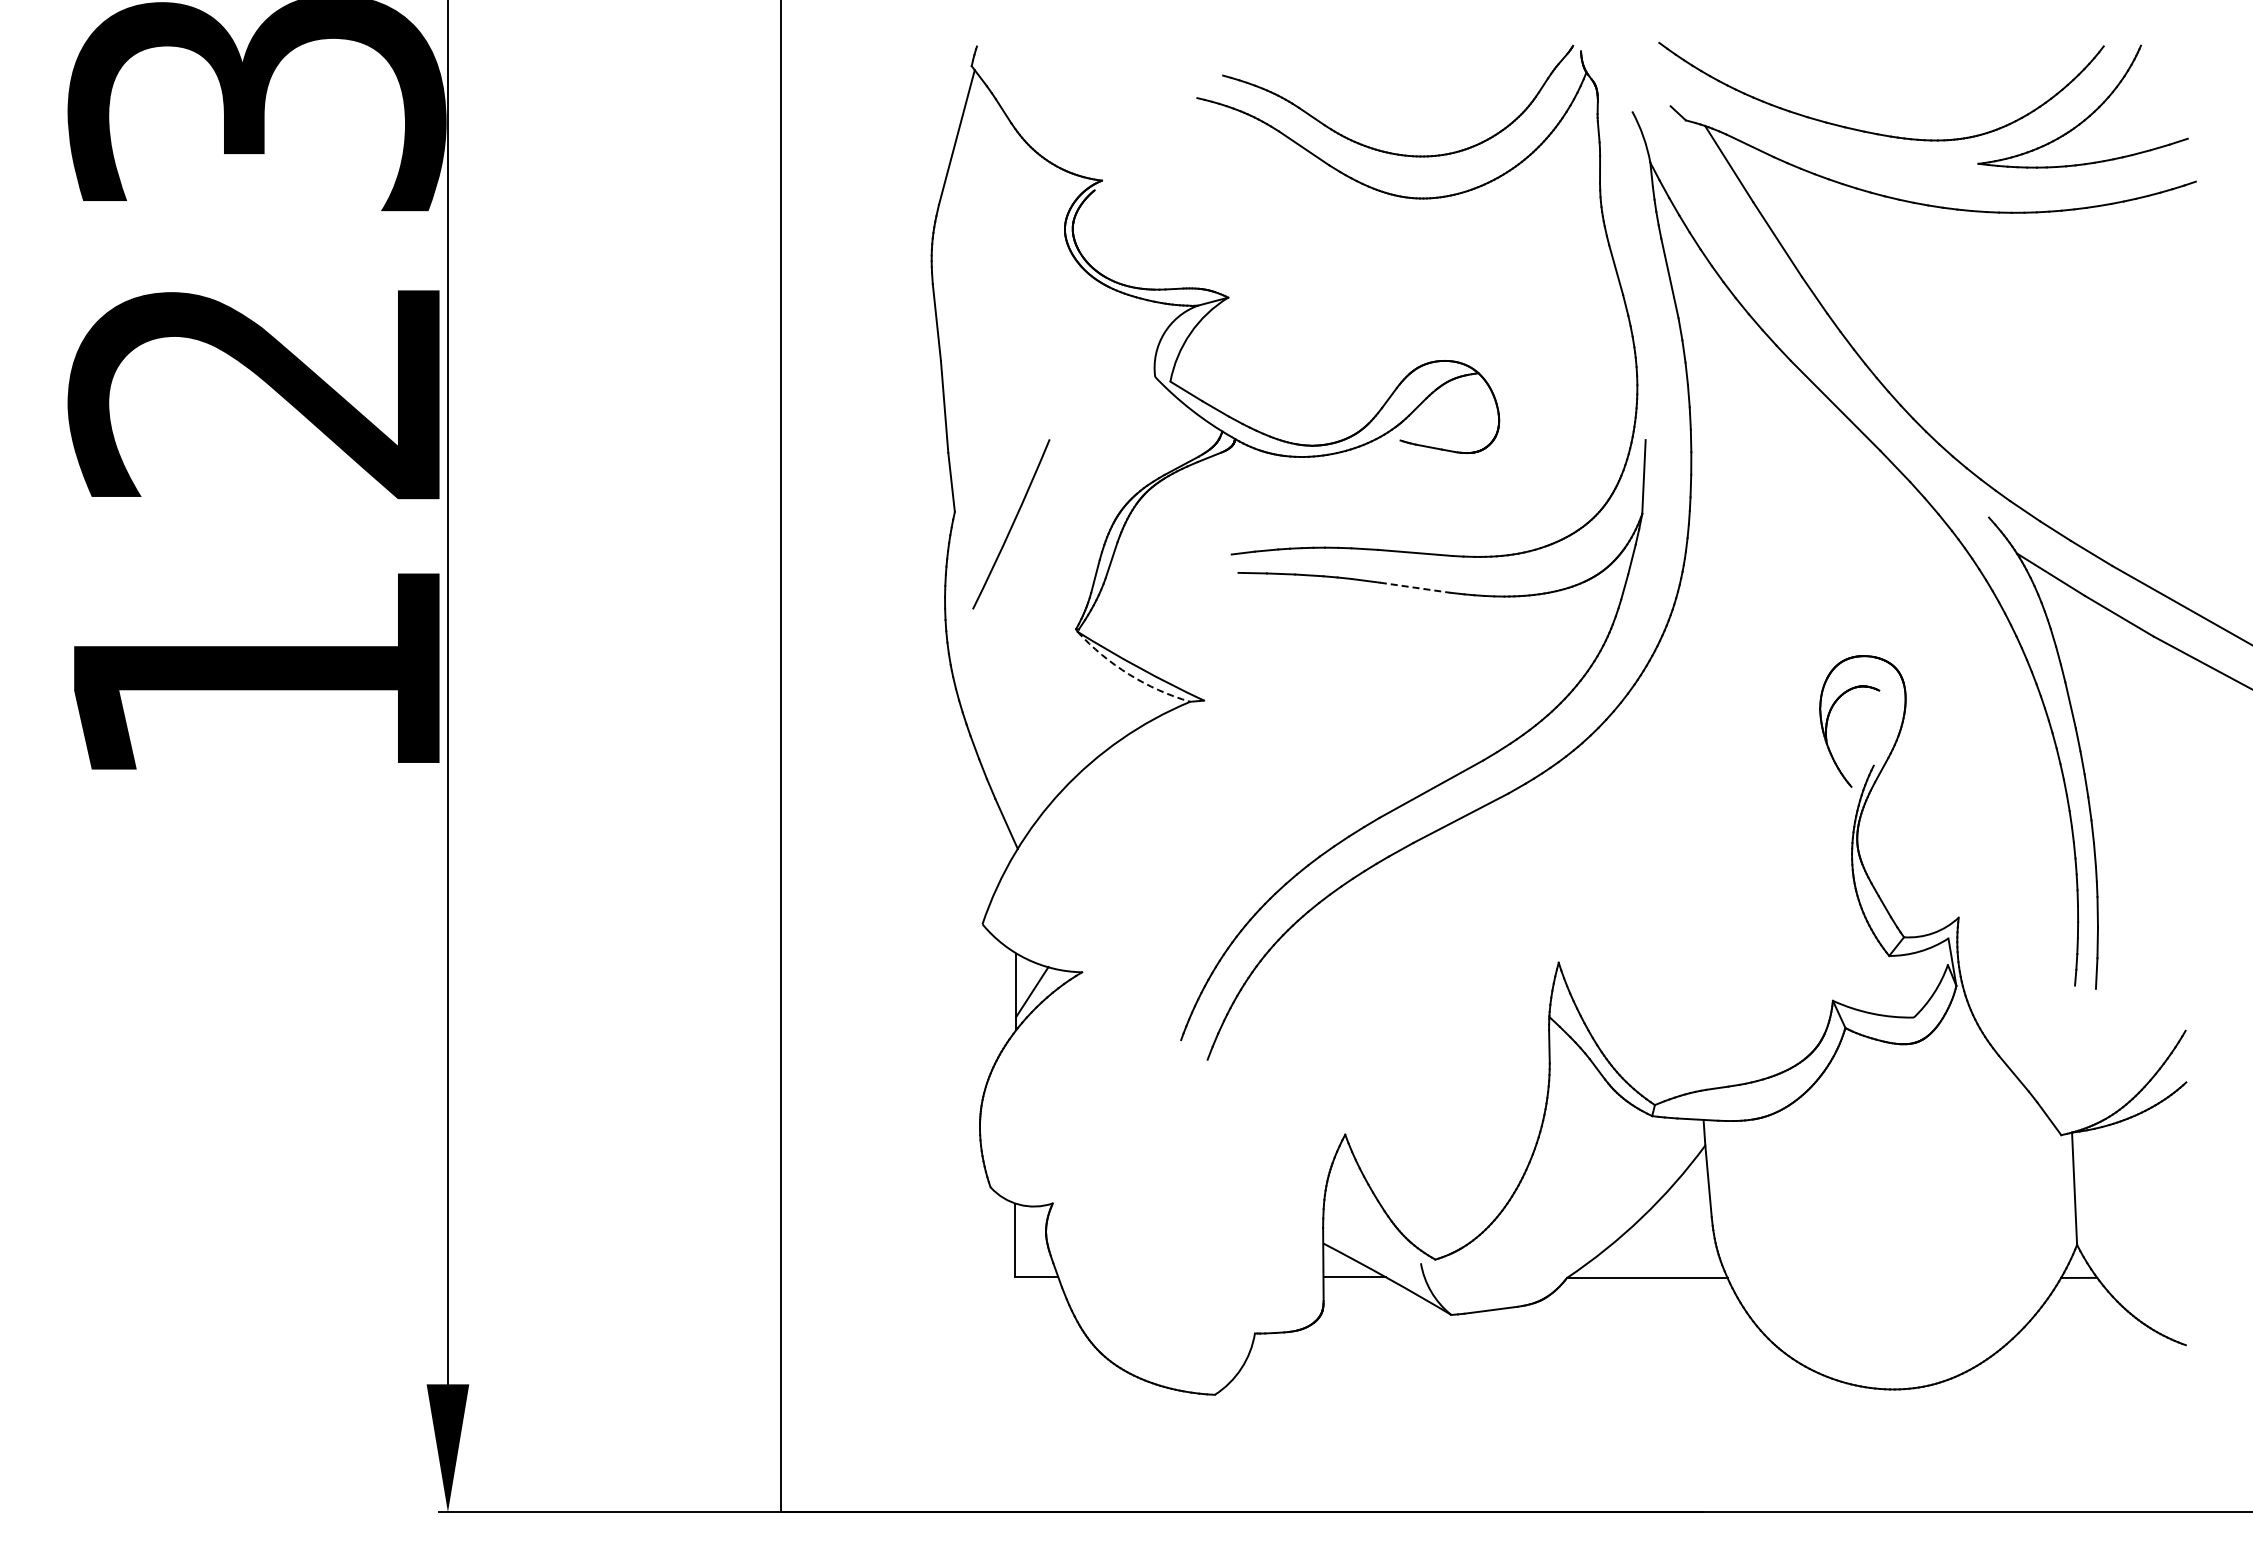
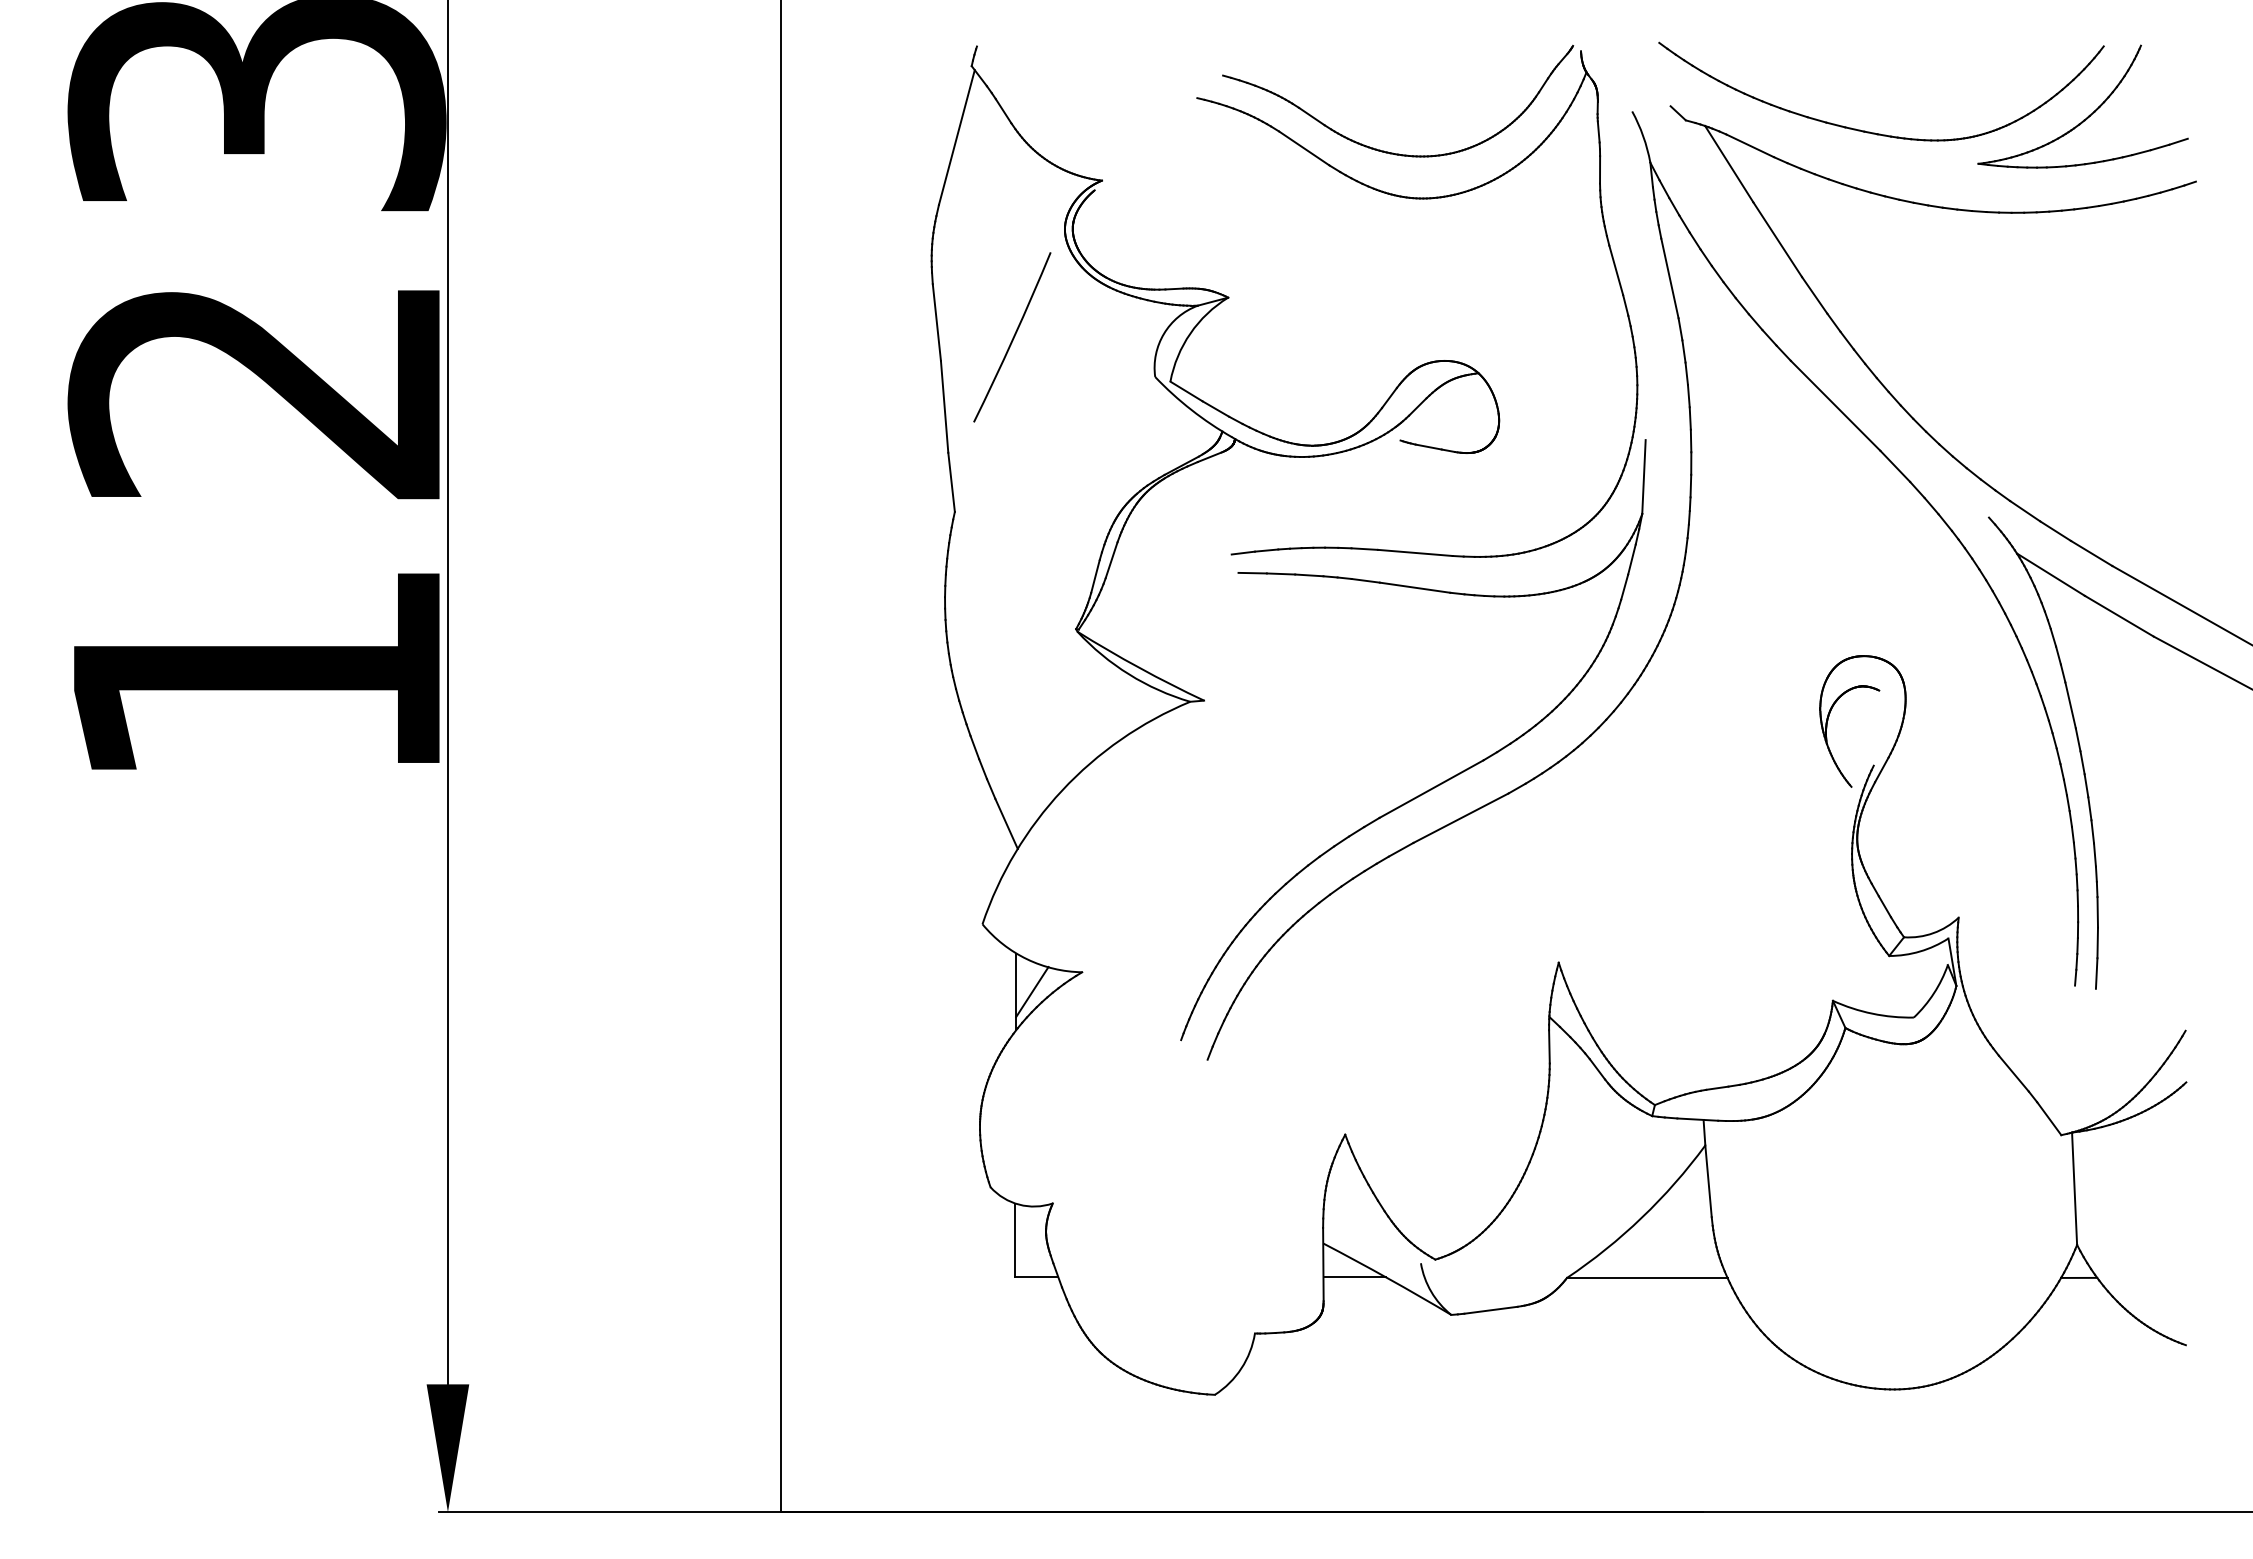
arc at (1011, 524) position: (1011, 524) -> (1012, 337)
line at (1415, 587): dashed -> solid
arc at (1129, 674): dashed -> solid
